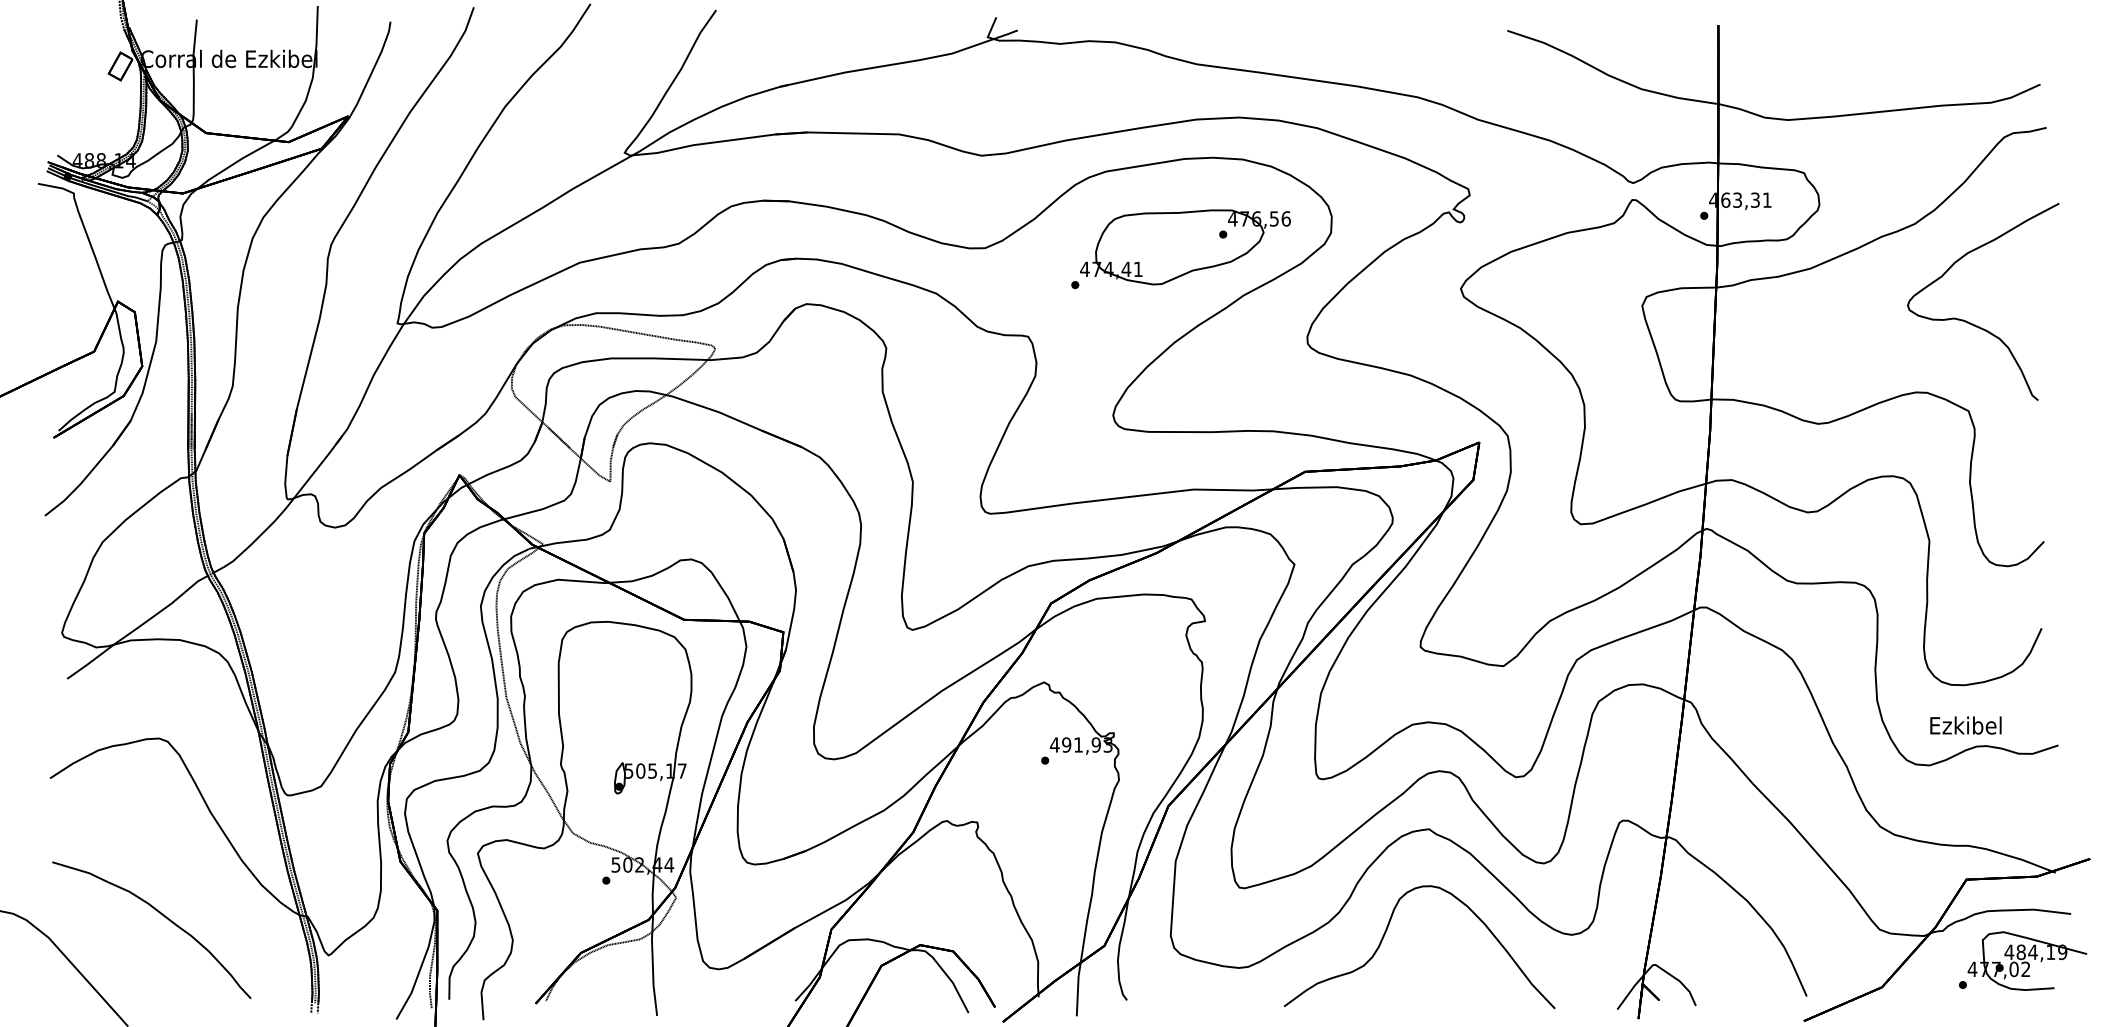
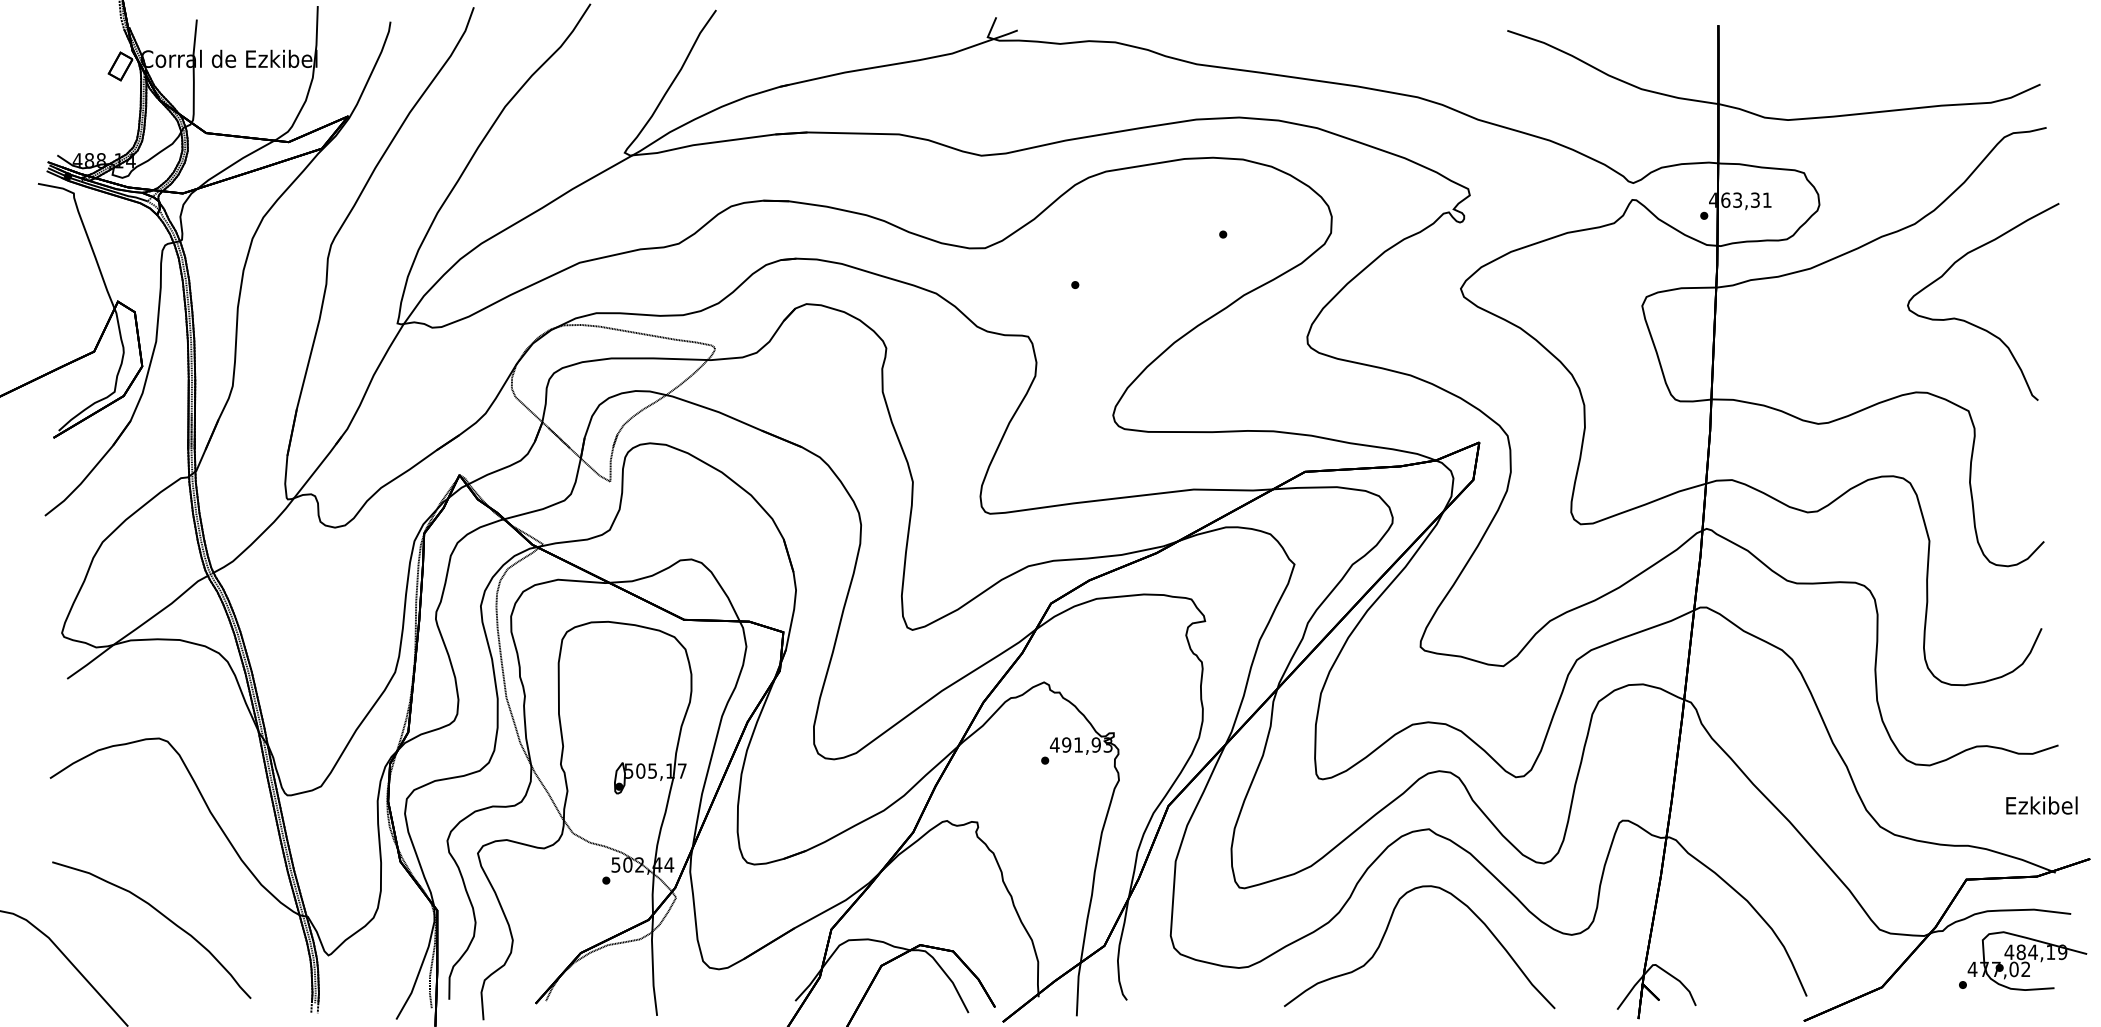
part at (1185, 247): present -> none
text at (1965, 725) position: (1965, 725) -> (2041, 805)
